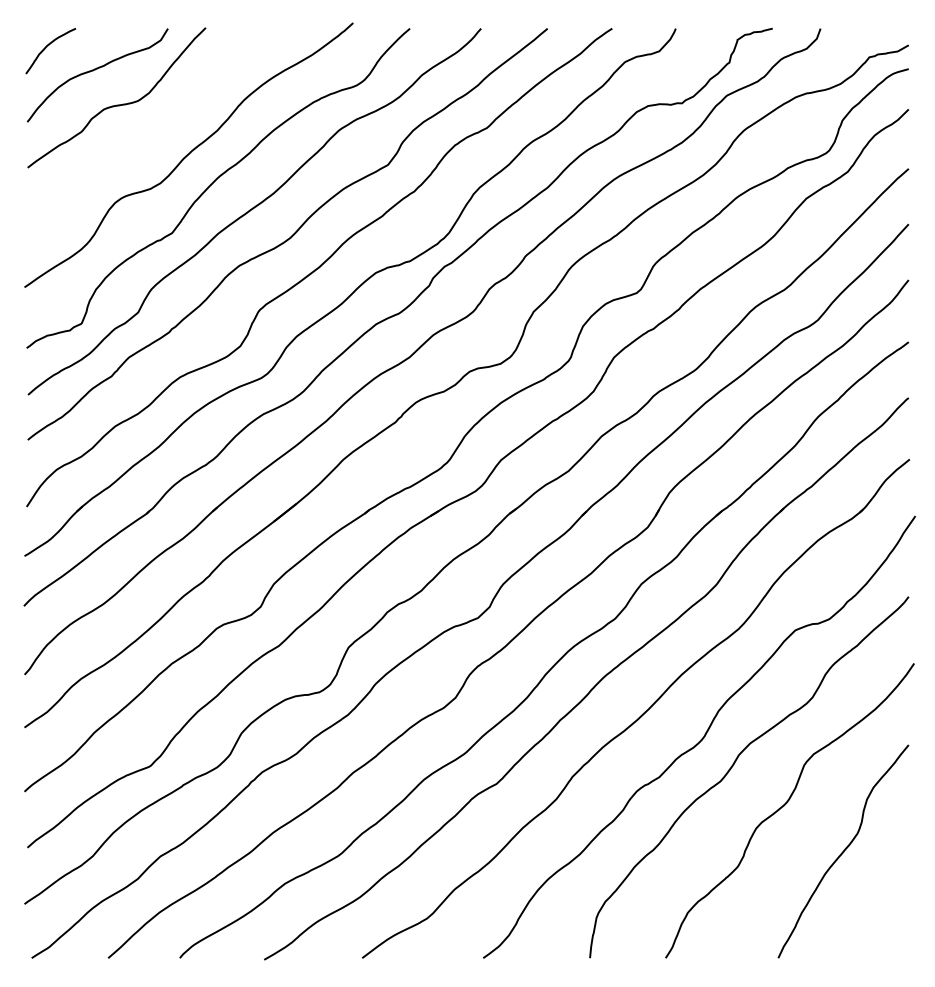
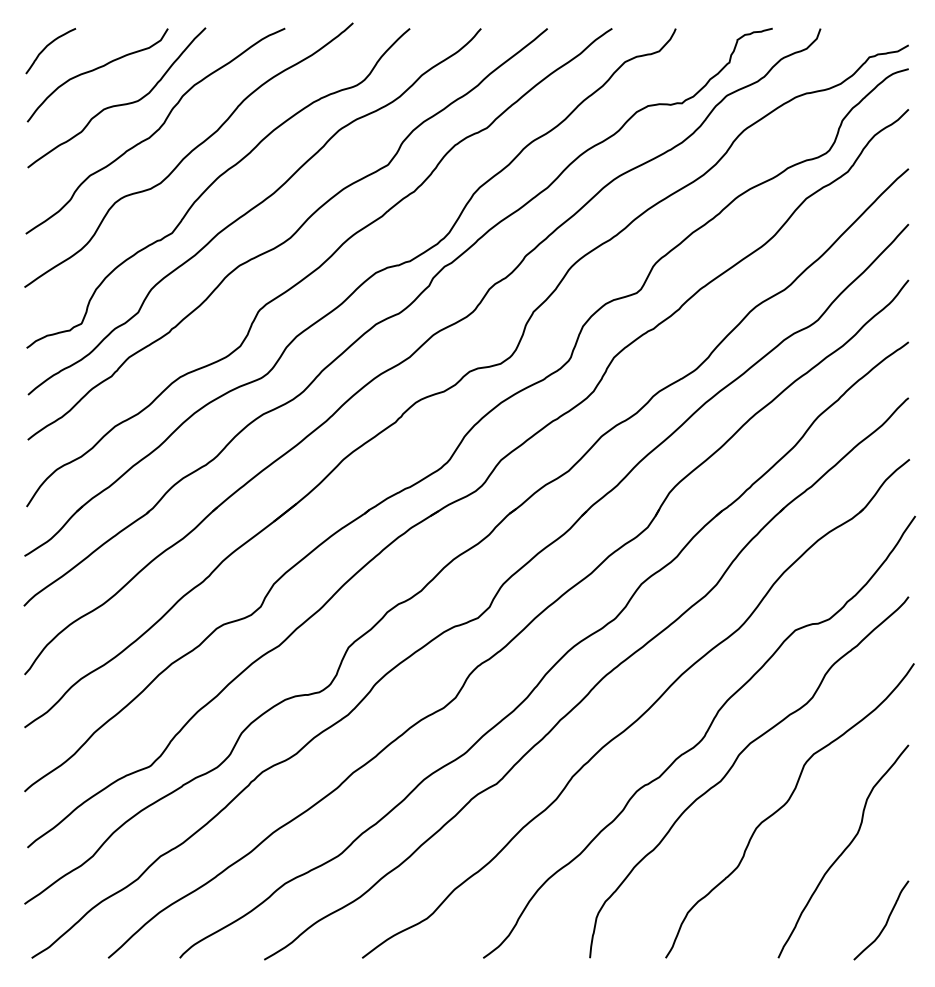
curve at (156, 130): none -> present
curve at (886, 920): none -> present
